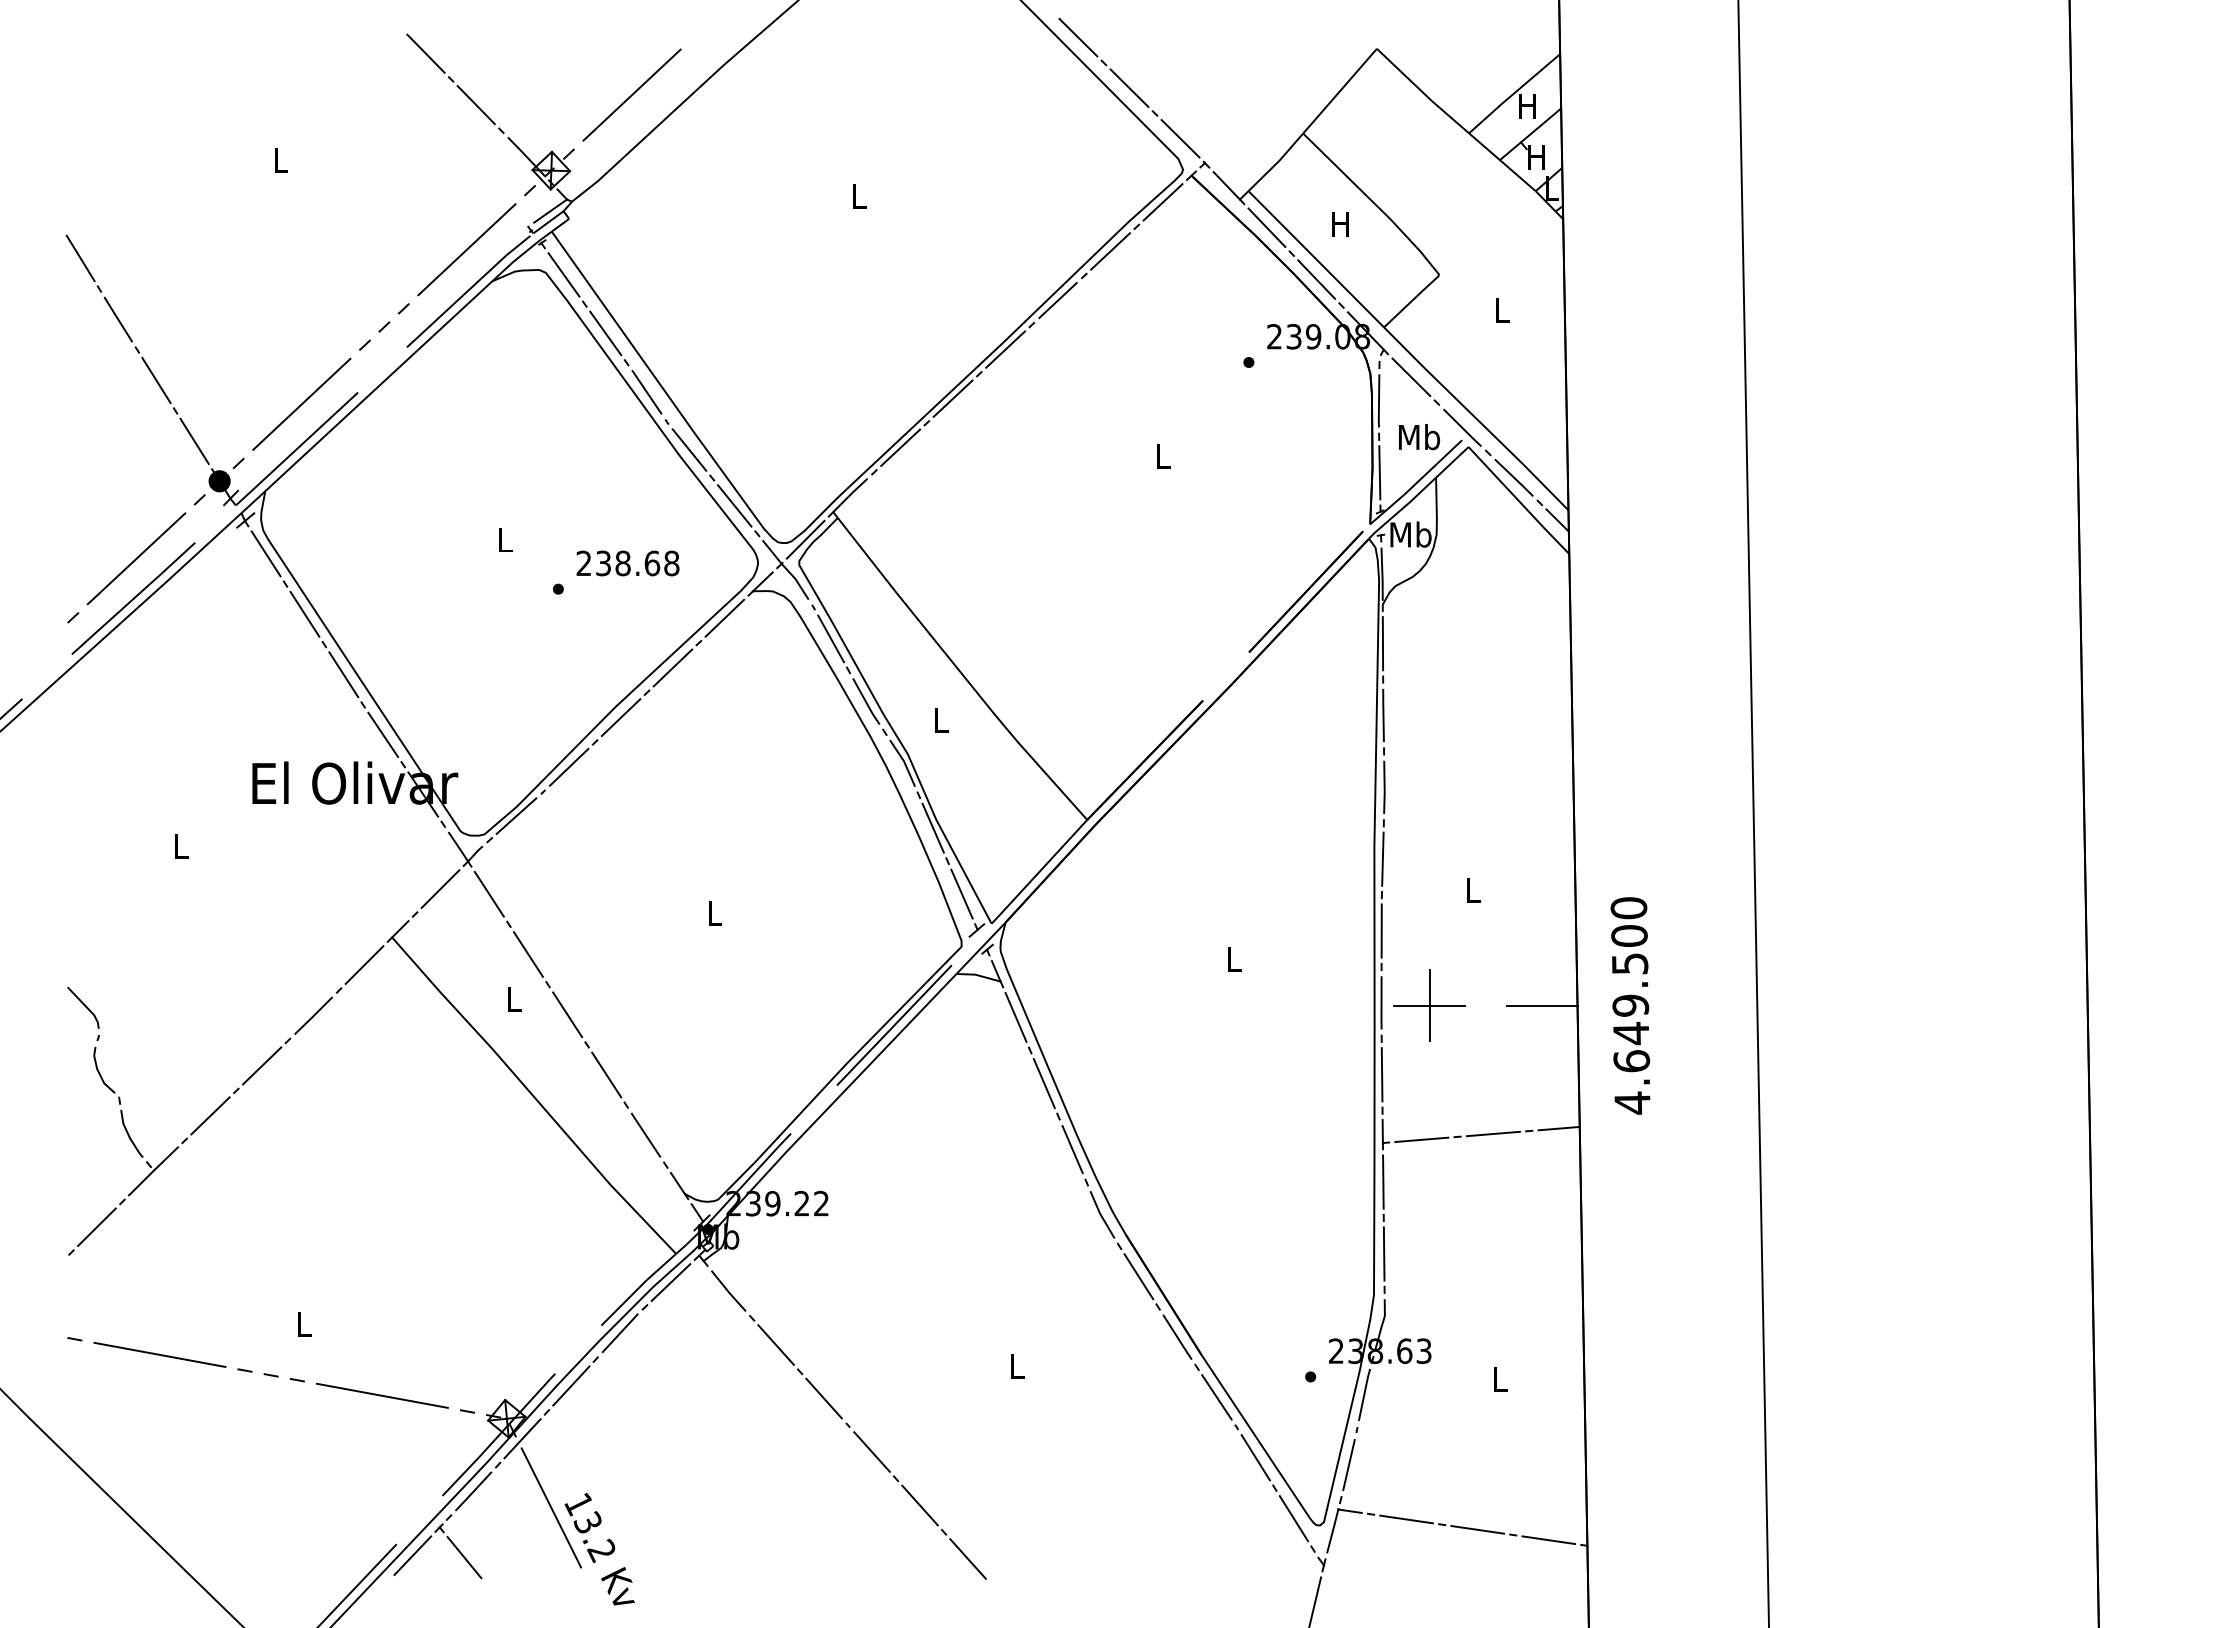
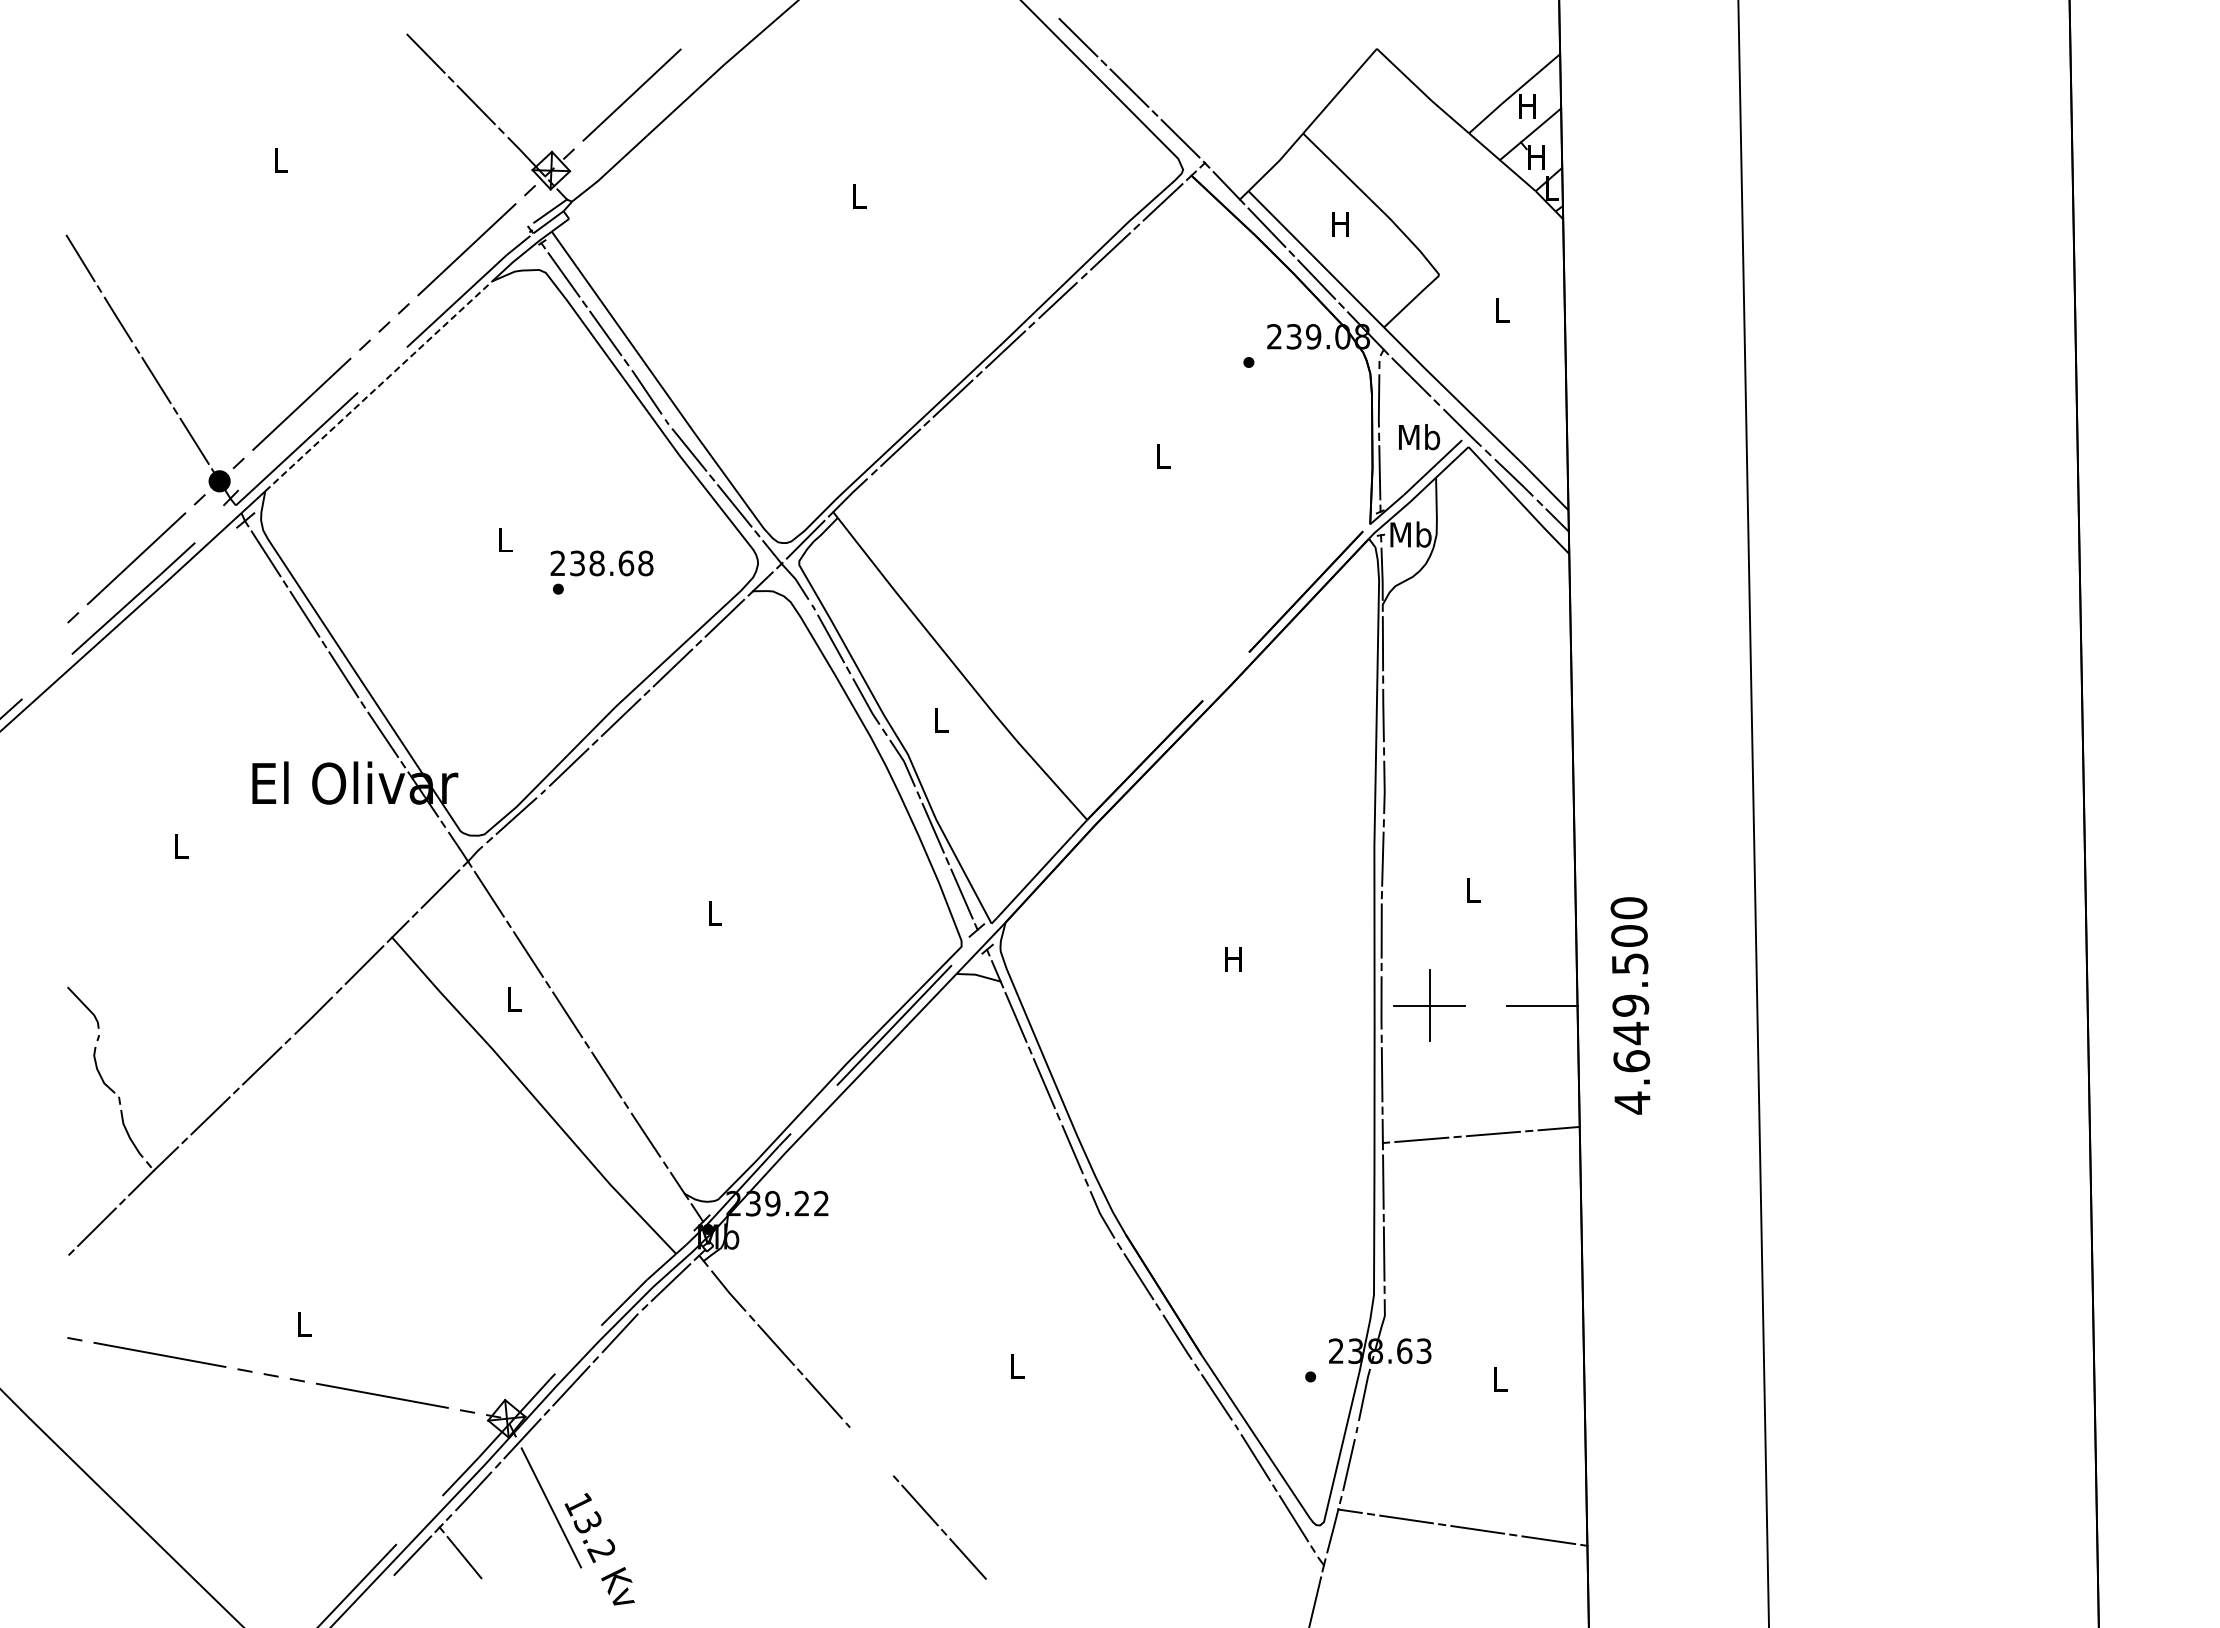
line at (378, 386): solid -> dashed
text at (627, 563) position: (627, 563) -> (601, 563)
text at (1233, 959): L -> H
line at (871, 1451): present -> none
